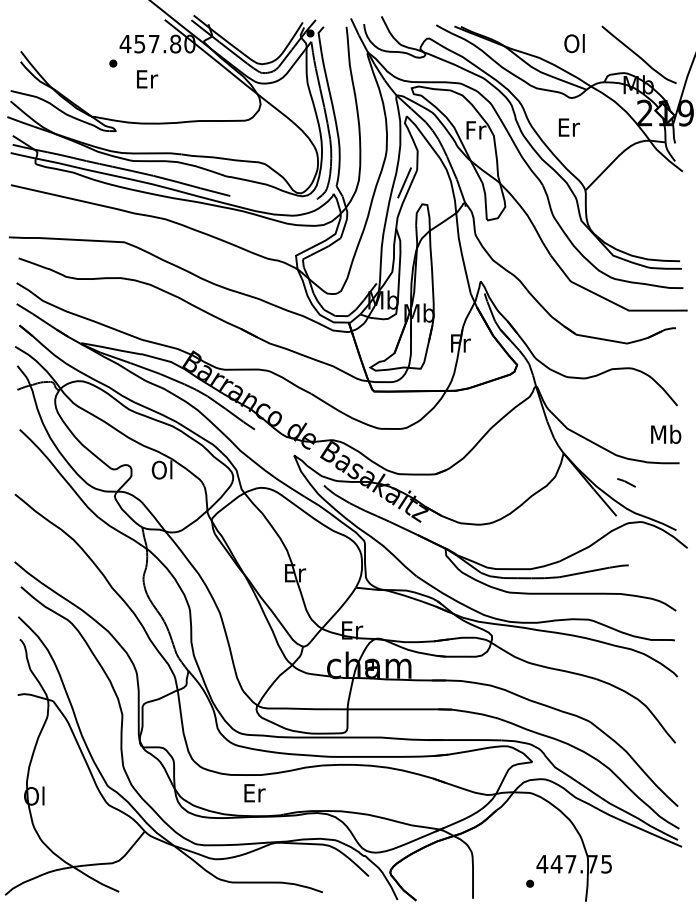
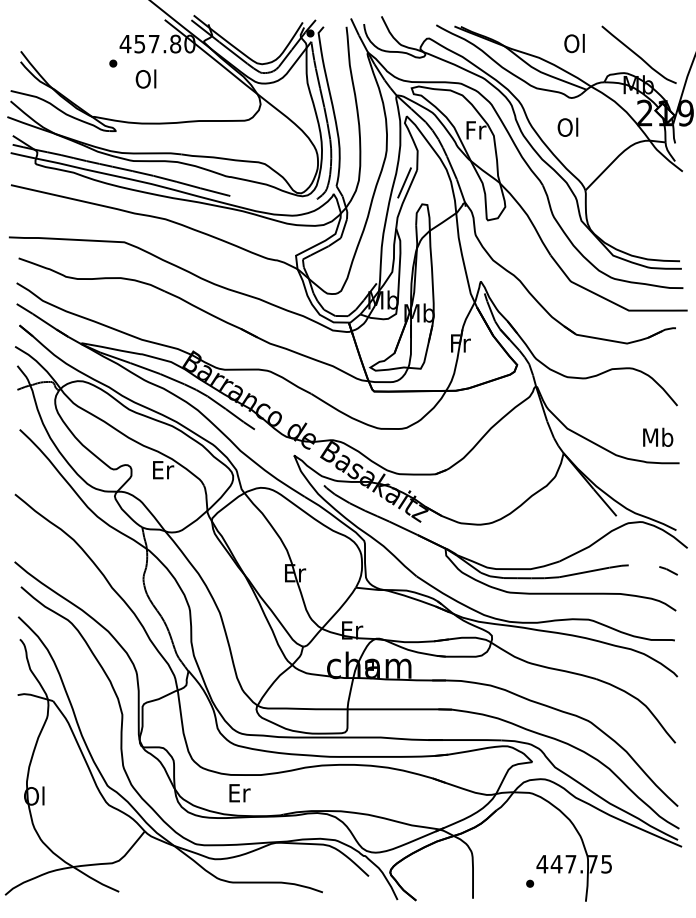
text at (146, 78): Er -> Ol
text at (568, 126): Er -> Ol
text at (666, 433) position: (666, 433) -> (658, 436)
text at (162, 469): Ol -> Er
line at (626, 482) position: (626, 482) -> (668, 570)
text at (254, 793) position: (254, 793) -> (239, 793)
